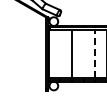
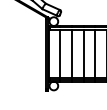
line at (60, 53): none -> present
line at (83, 53): none -> present
line at (95, 53): dashed -> solid
